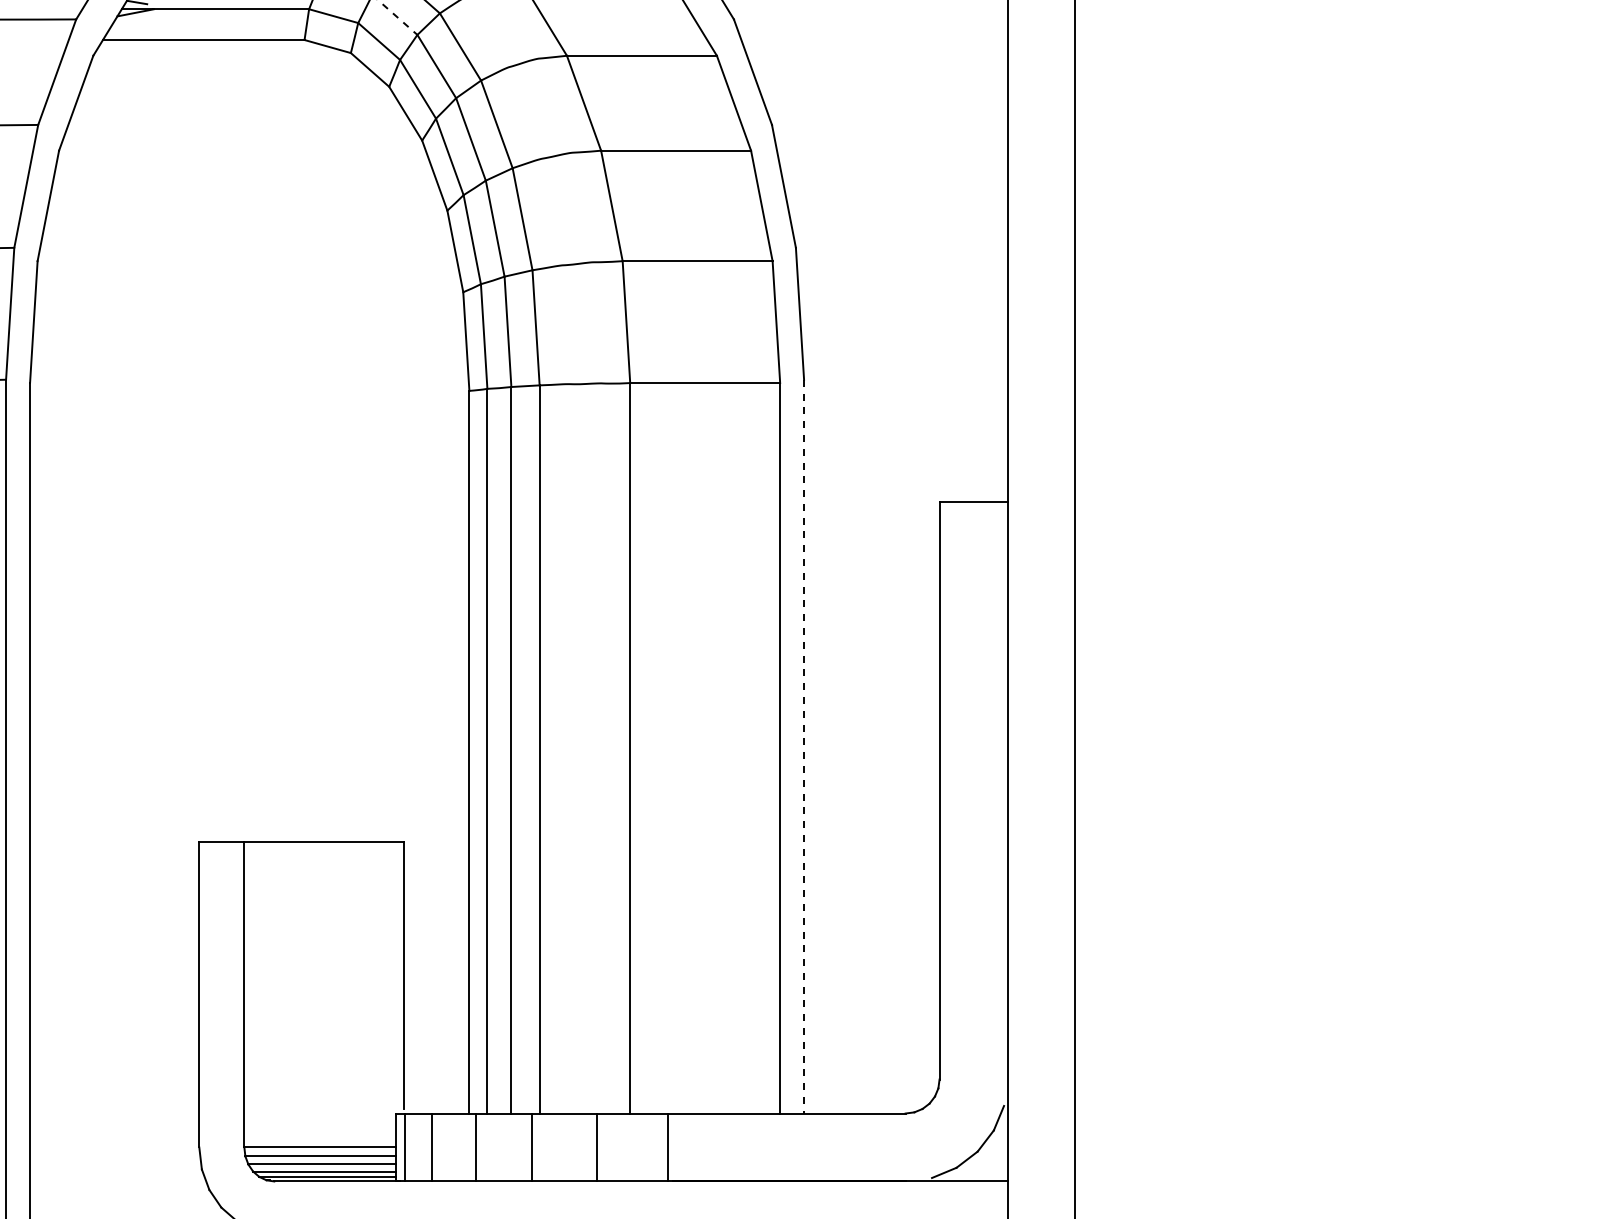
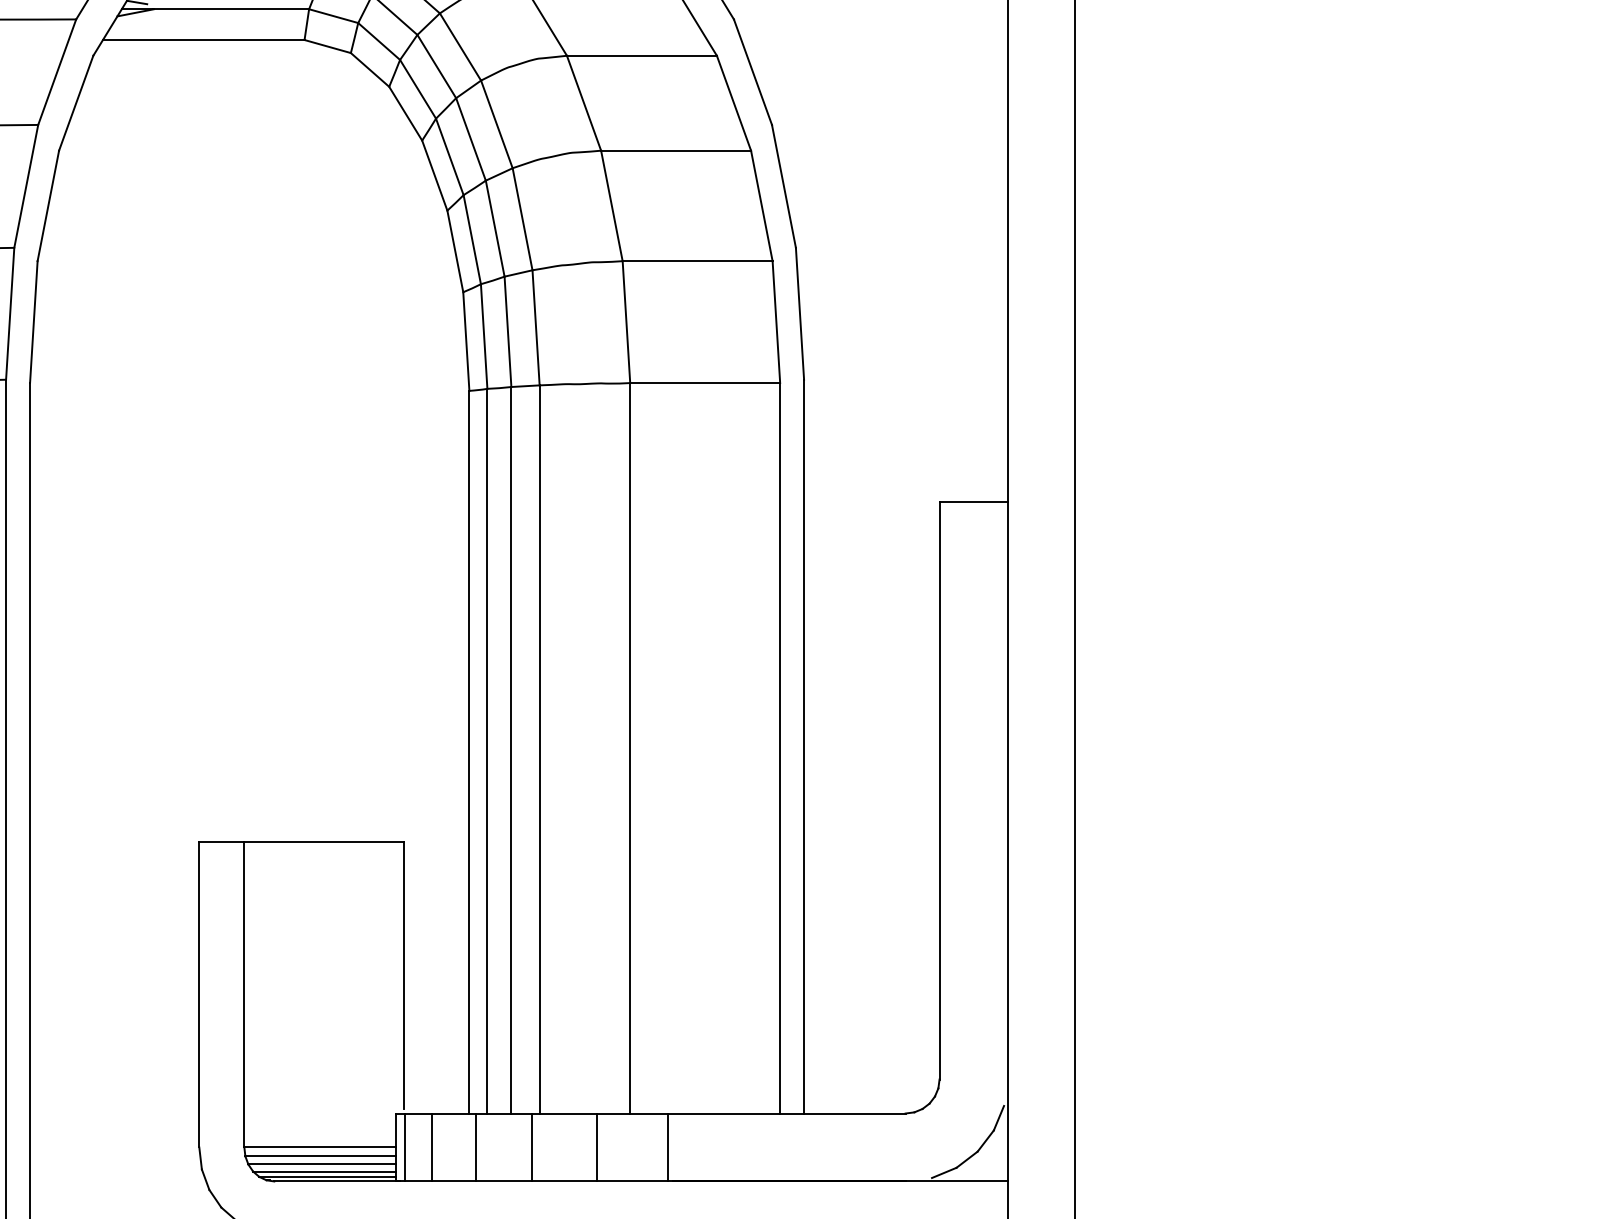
line at (398, 17): dashed -> solid
line at (804, 746): dashed -> solid
